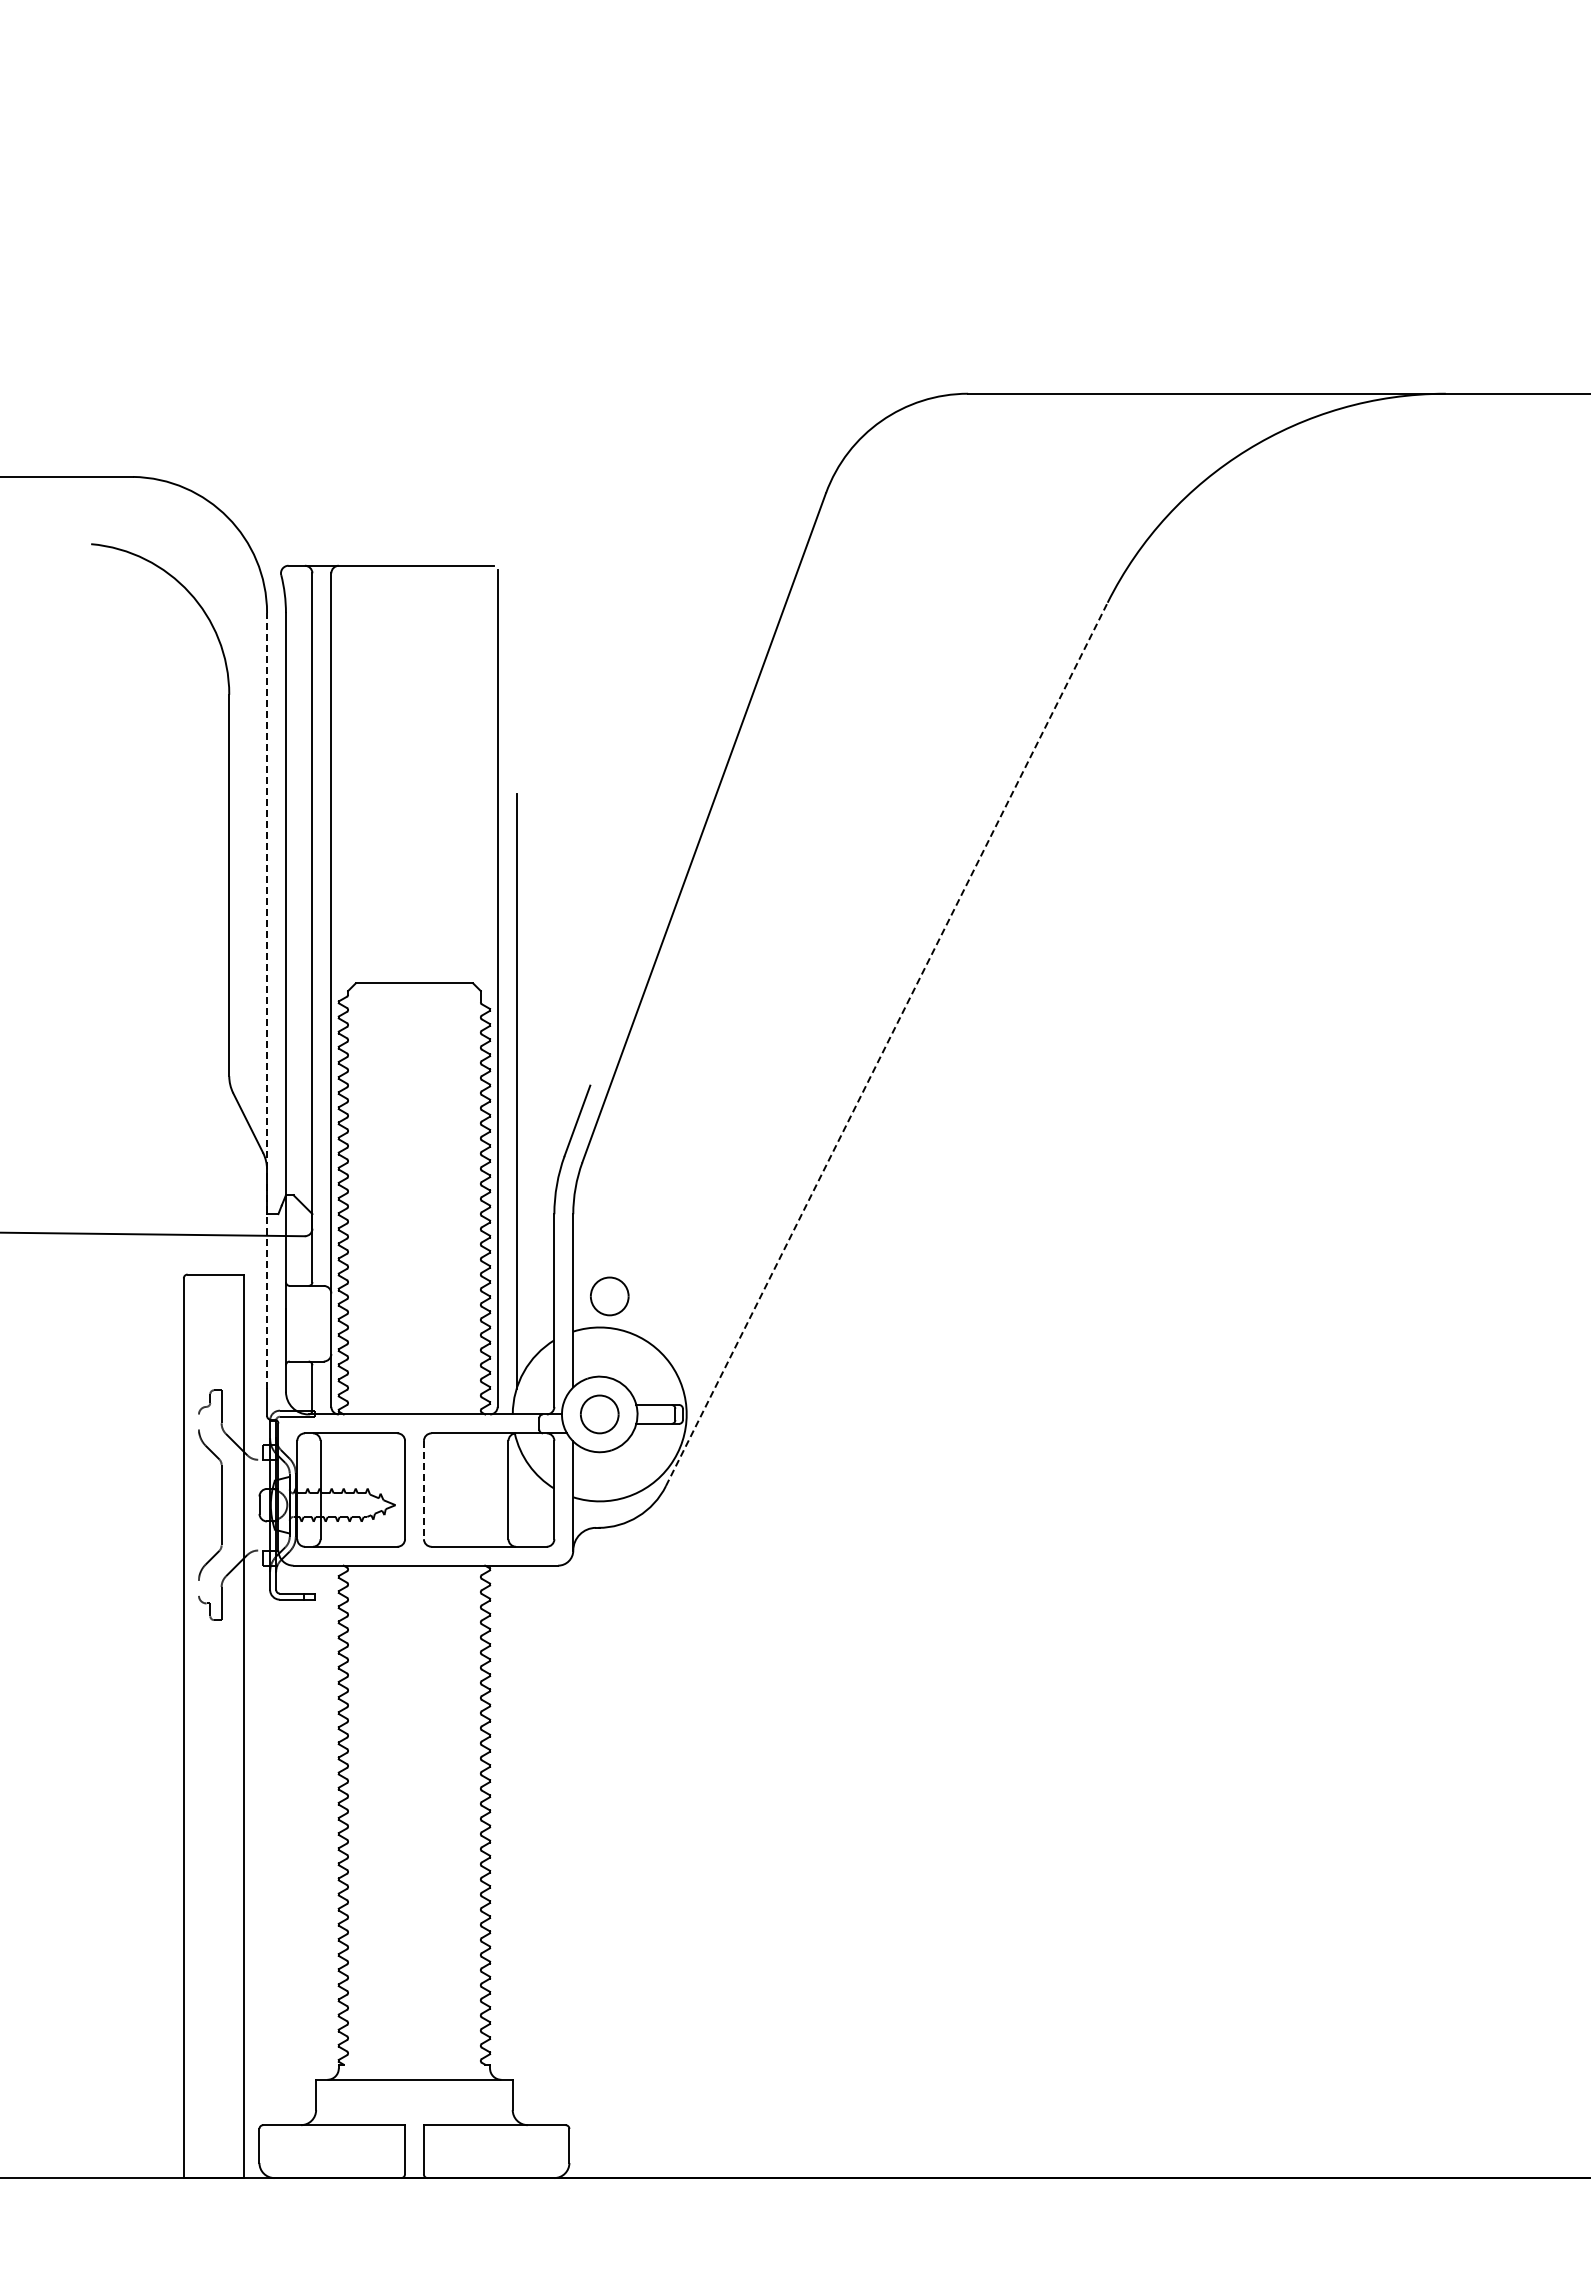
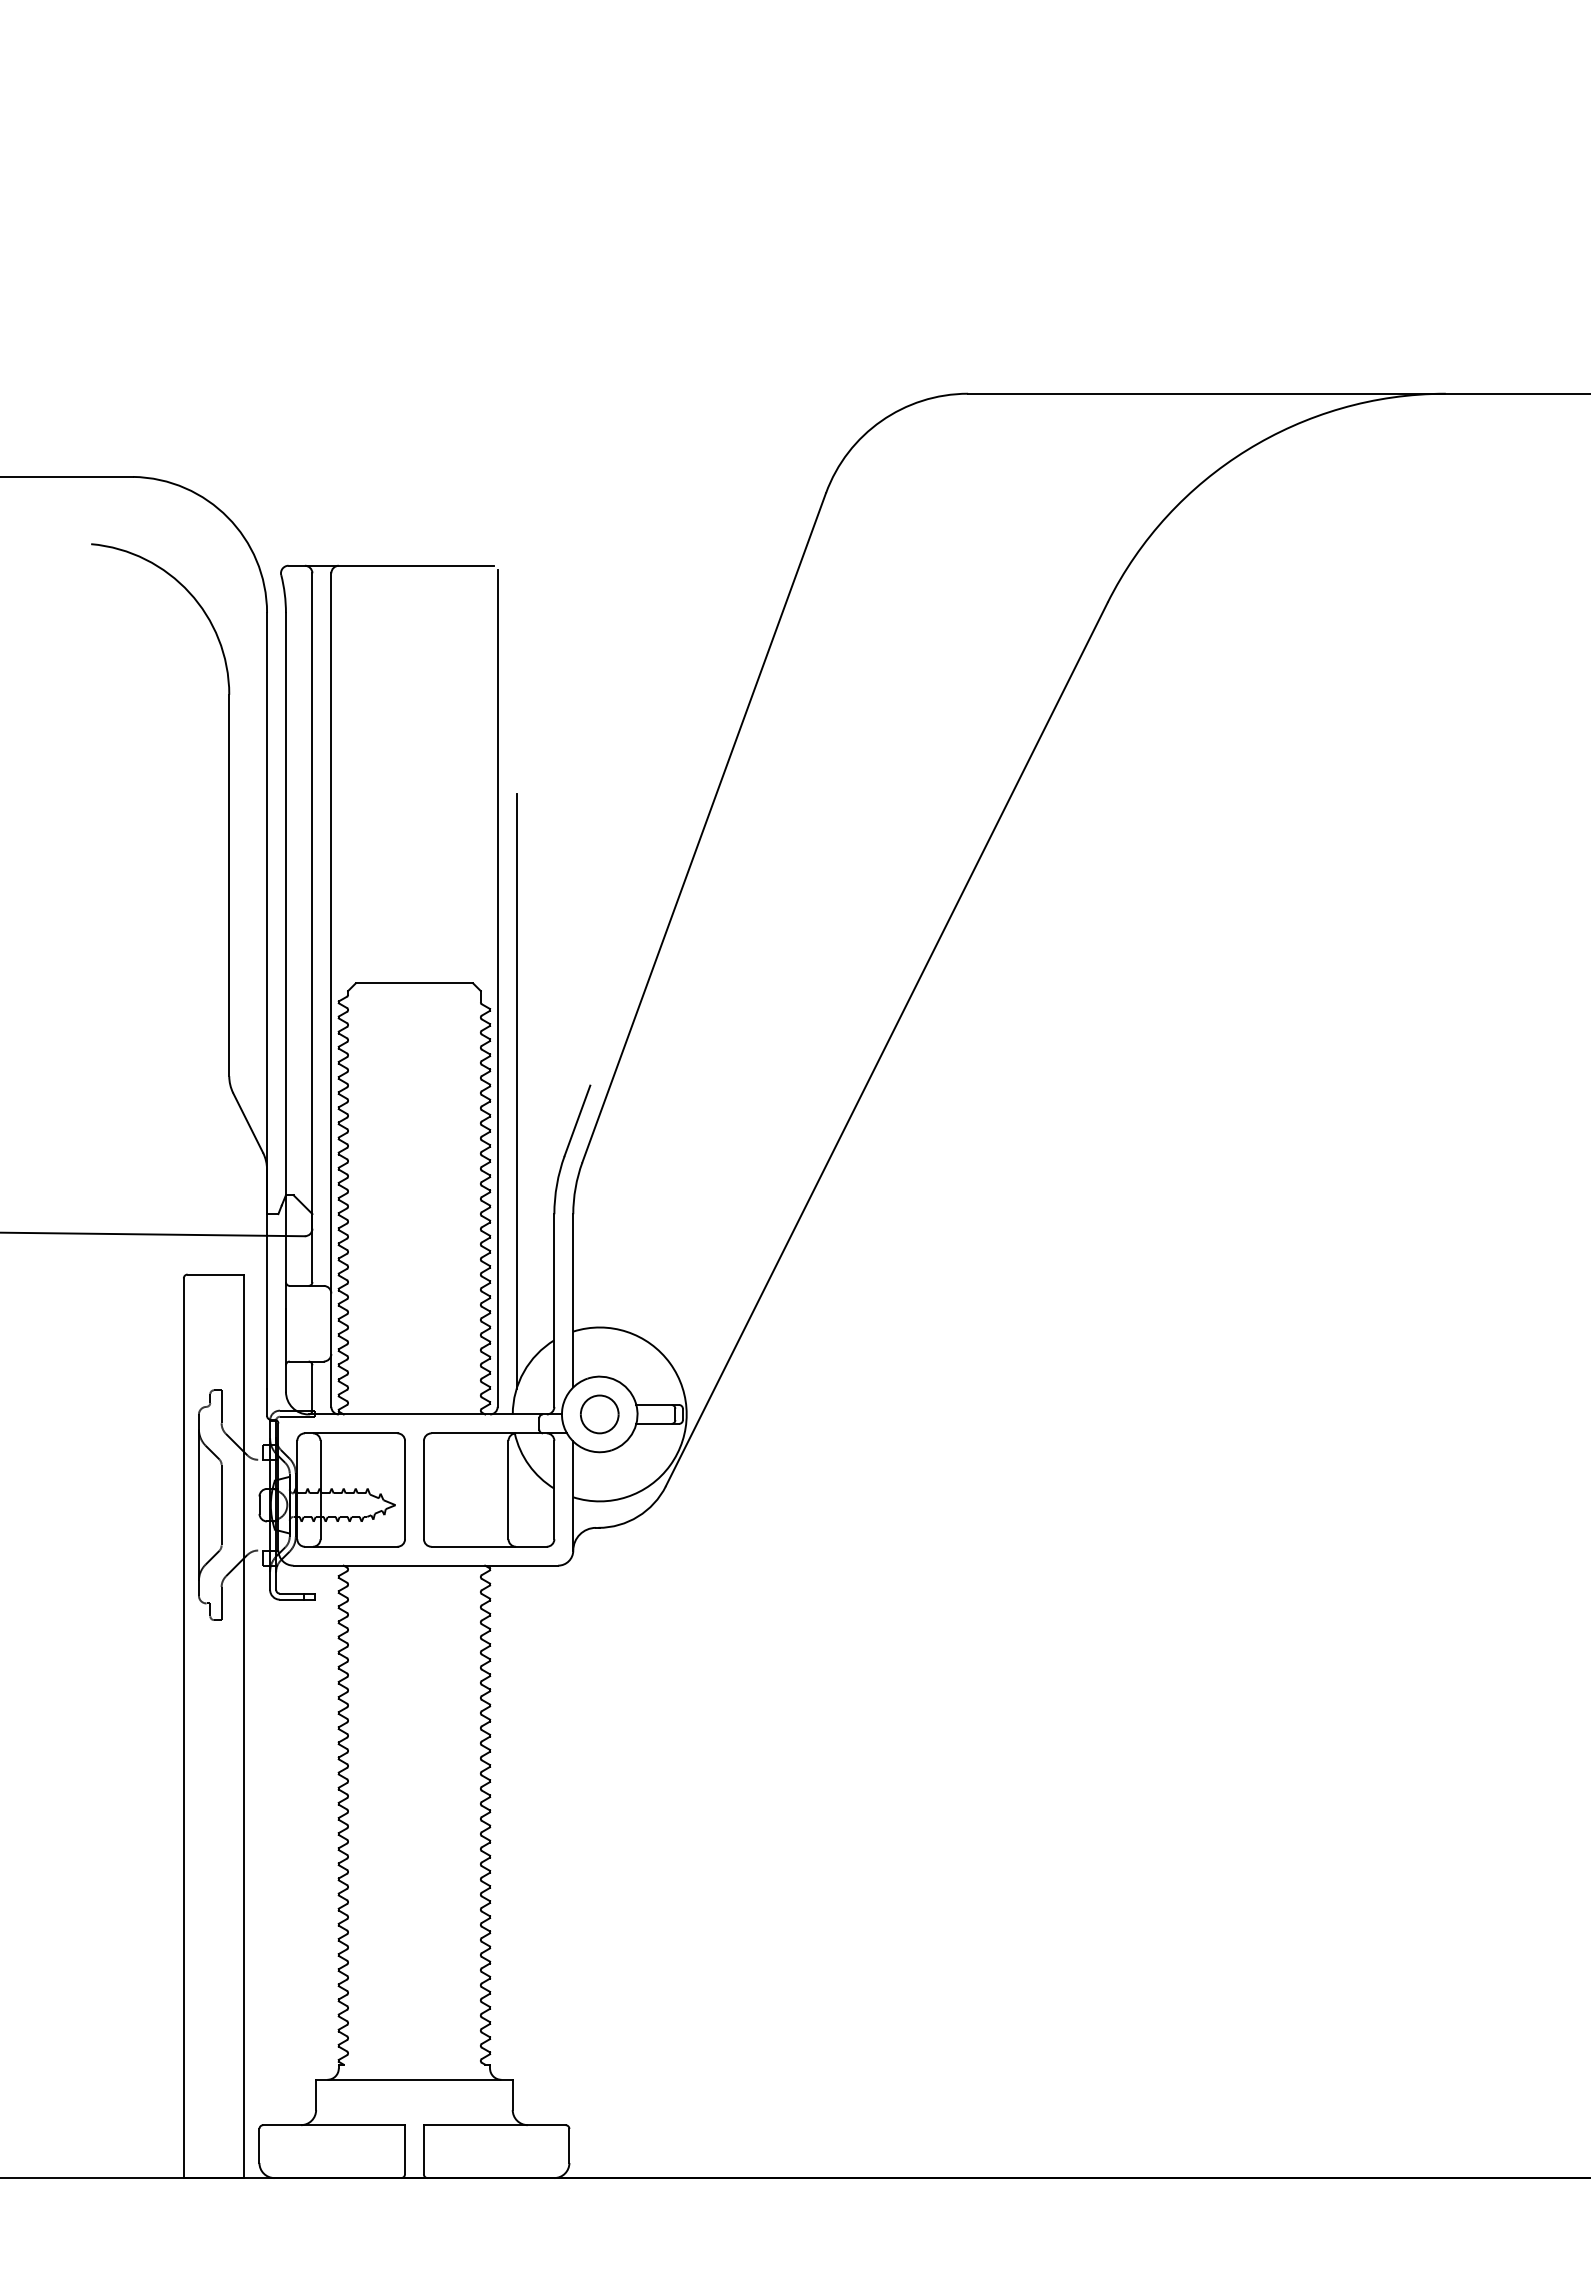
line at (267, 1000): dashed -> solid
line at (886, 1044): dashed -> solid
part at (609, 1296): present -> none
line at (423, 1490): dashed -> solid
line at (198, 1504): none -> present
